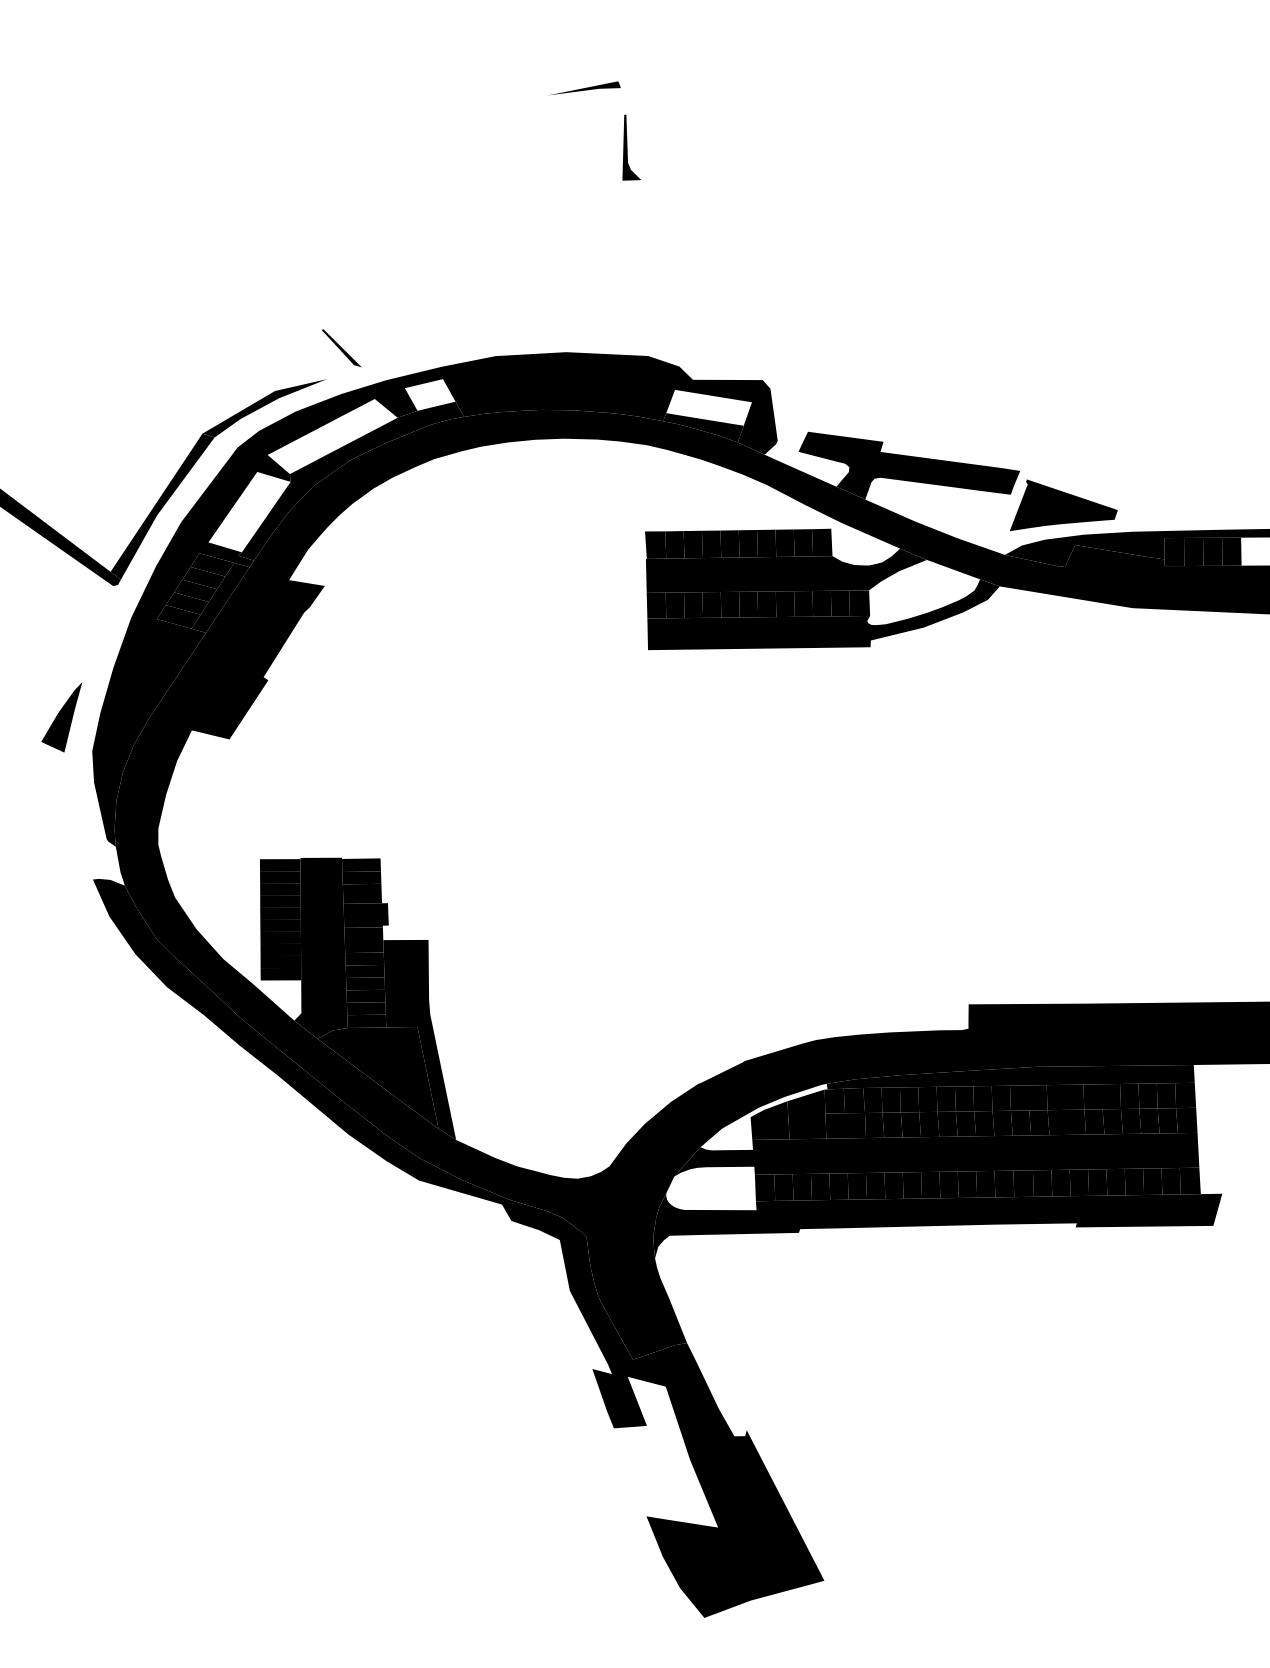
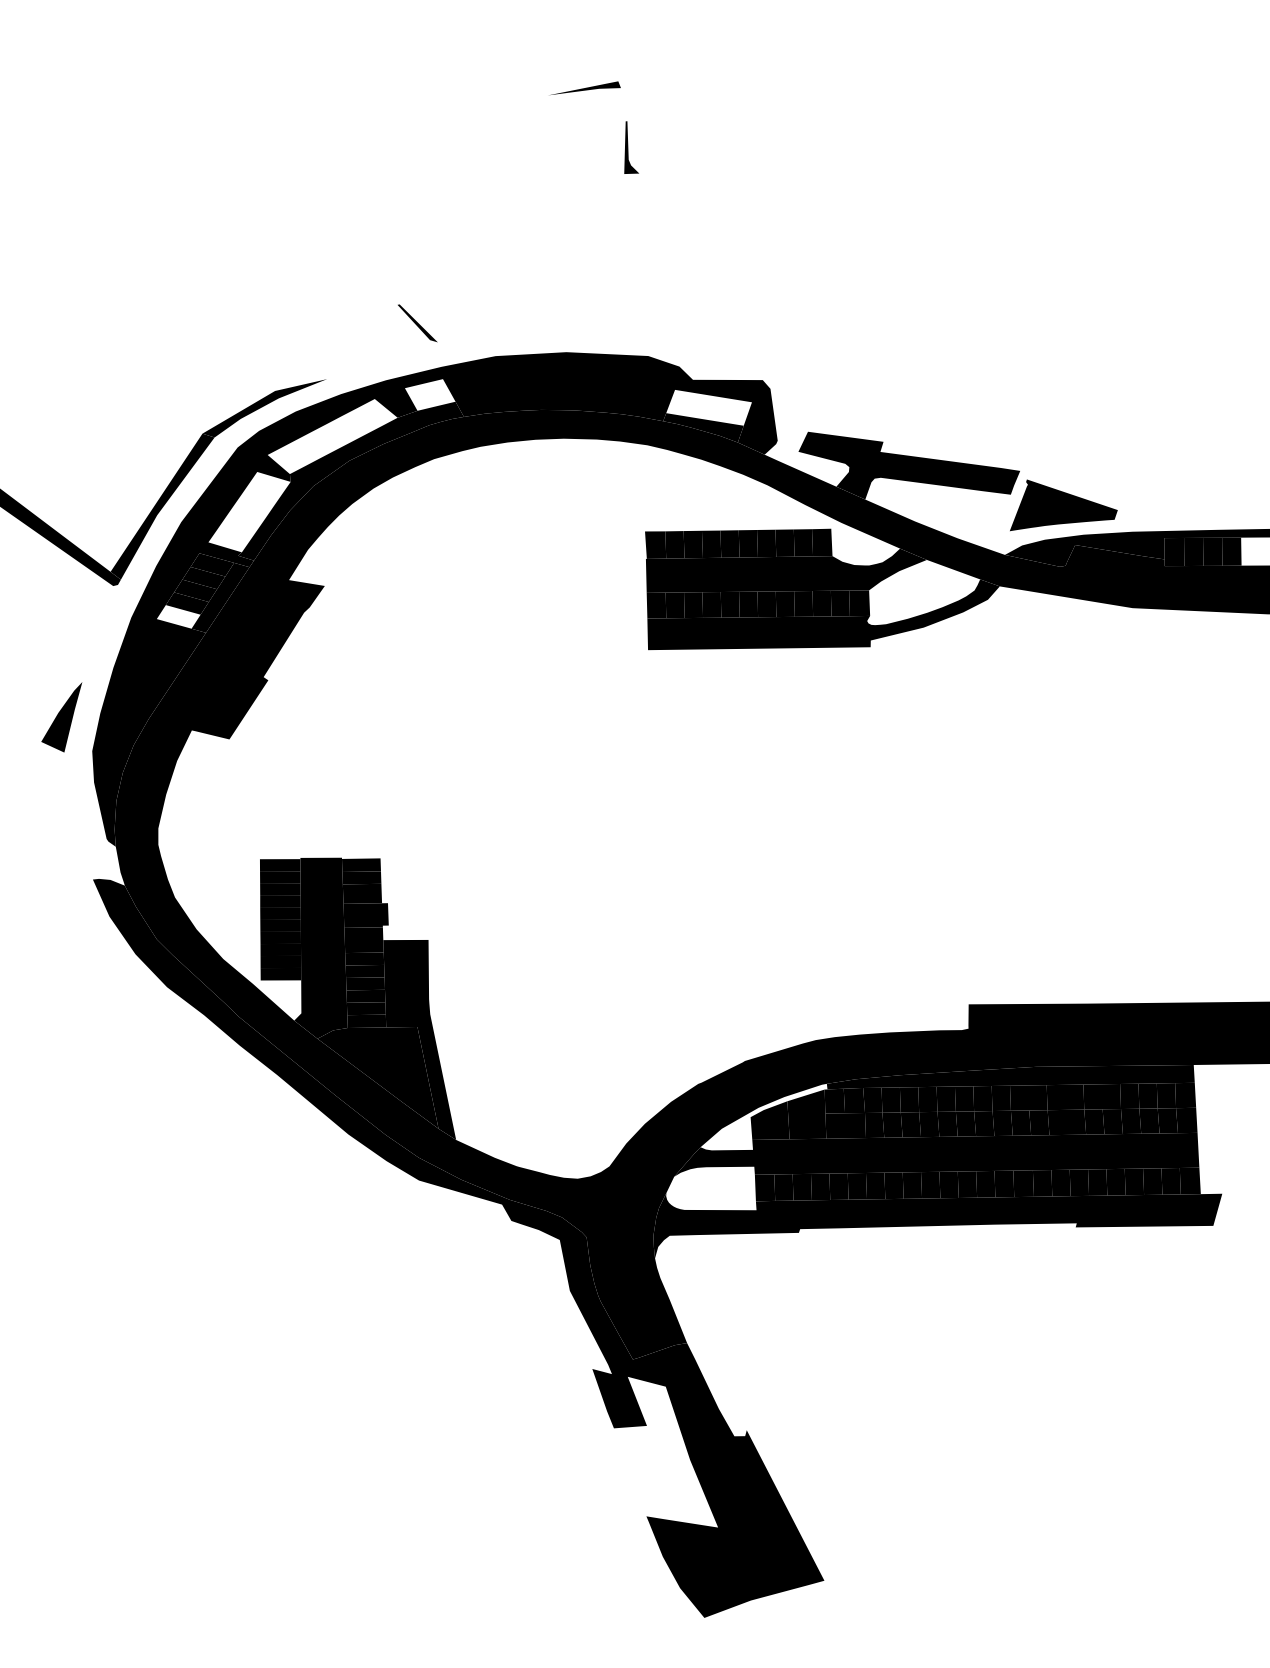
part at (631, 147) size: 19x67 px -> 15x53 px
line at (341, 348) position: (341, 348) -> (417, 323)
fill at (178, 616): present -> none
